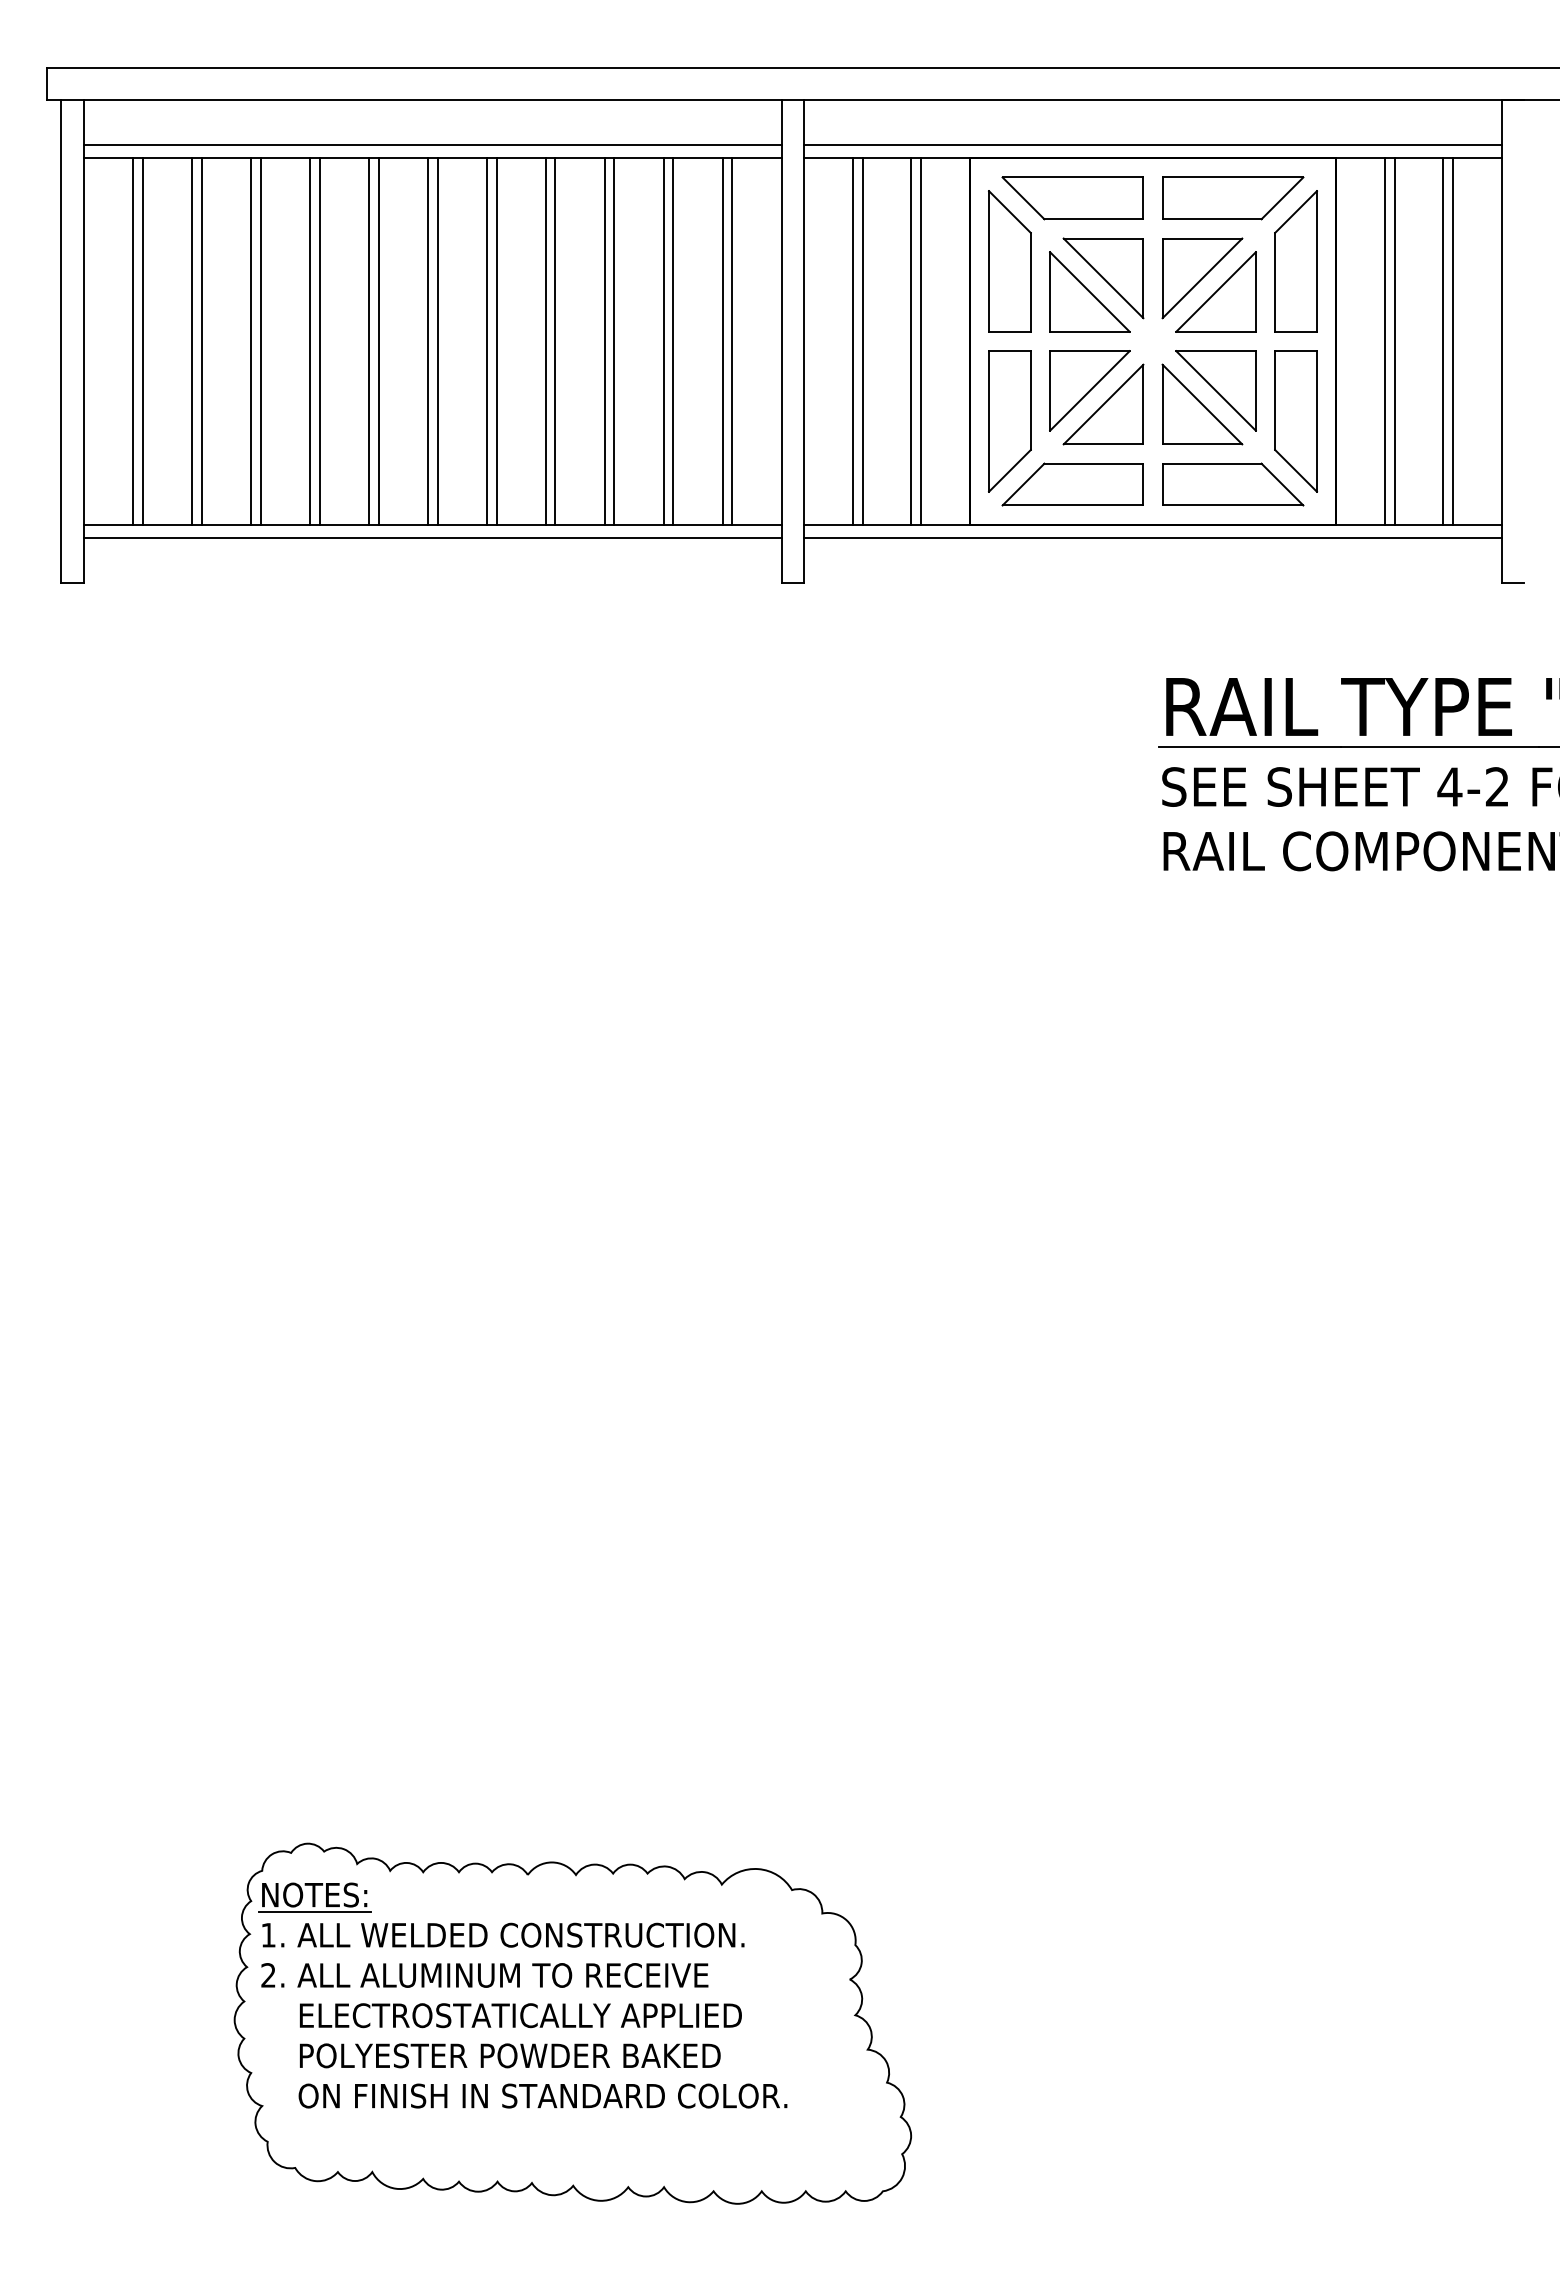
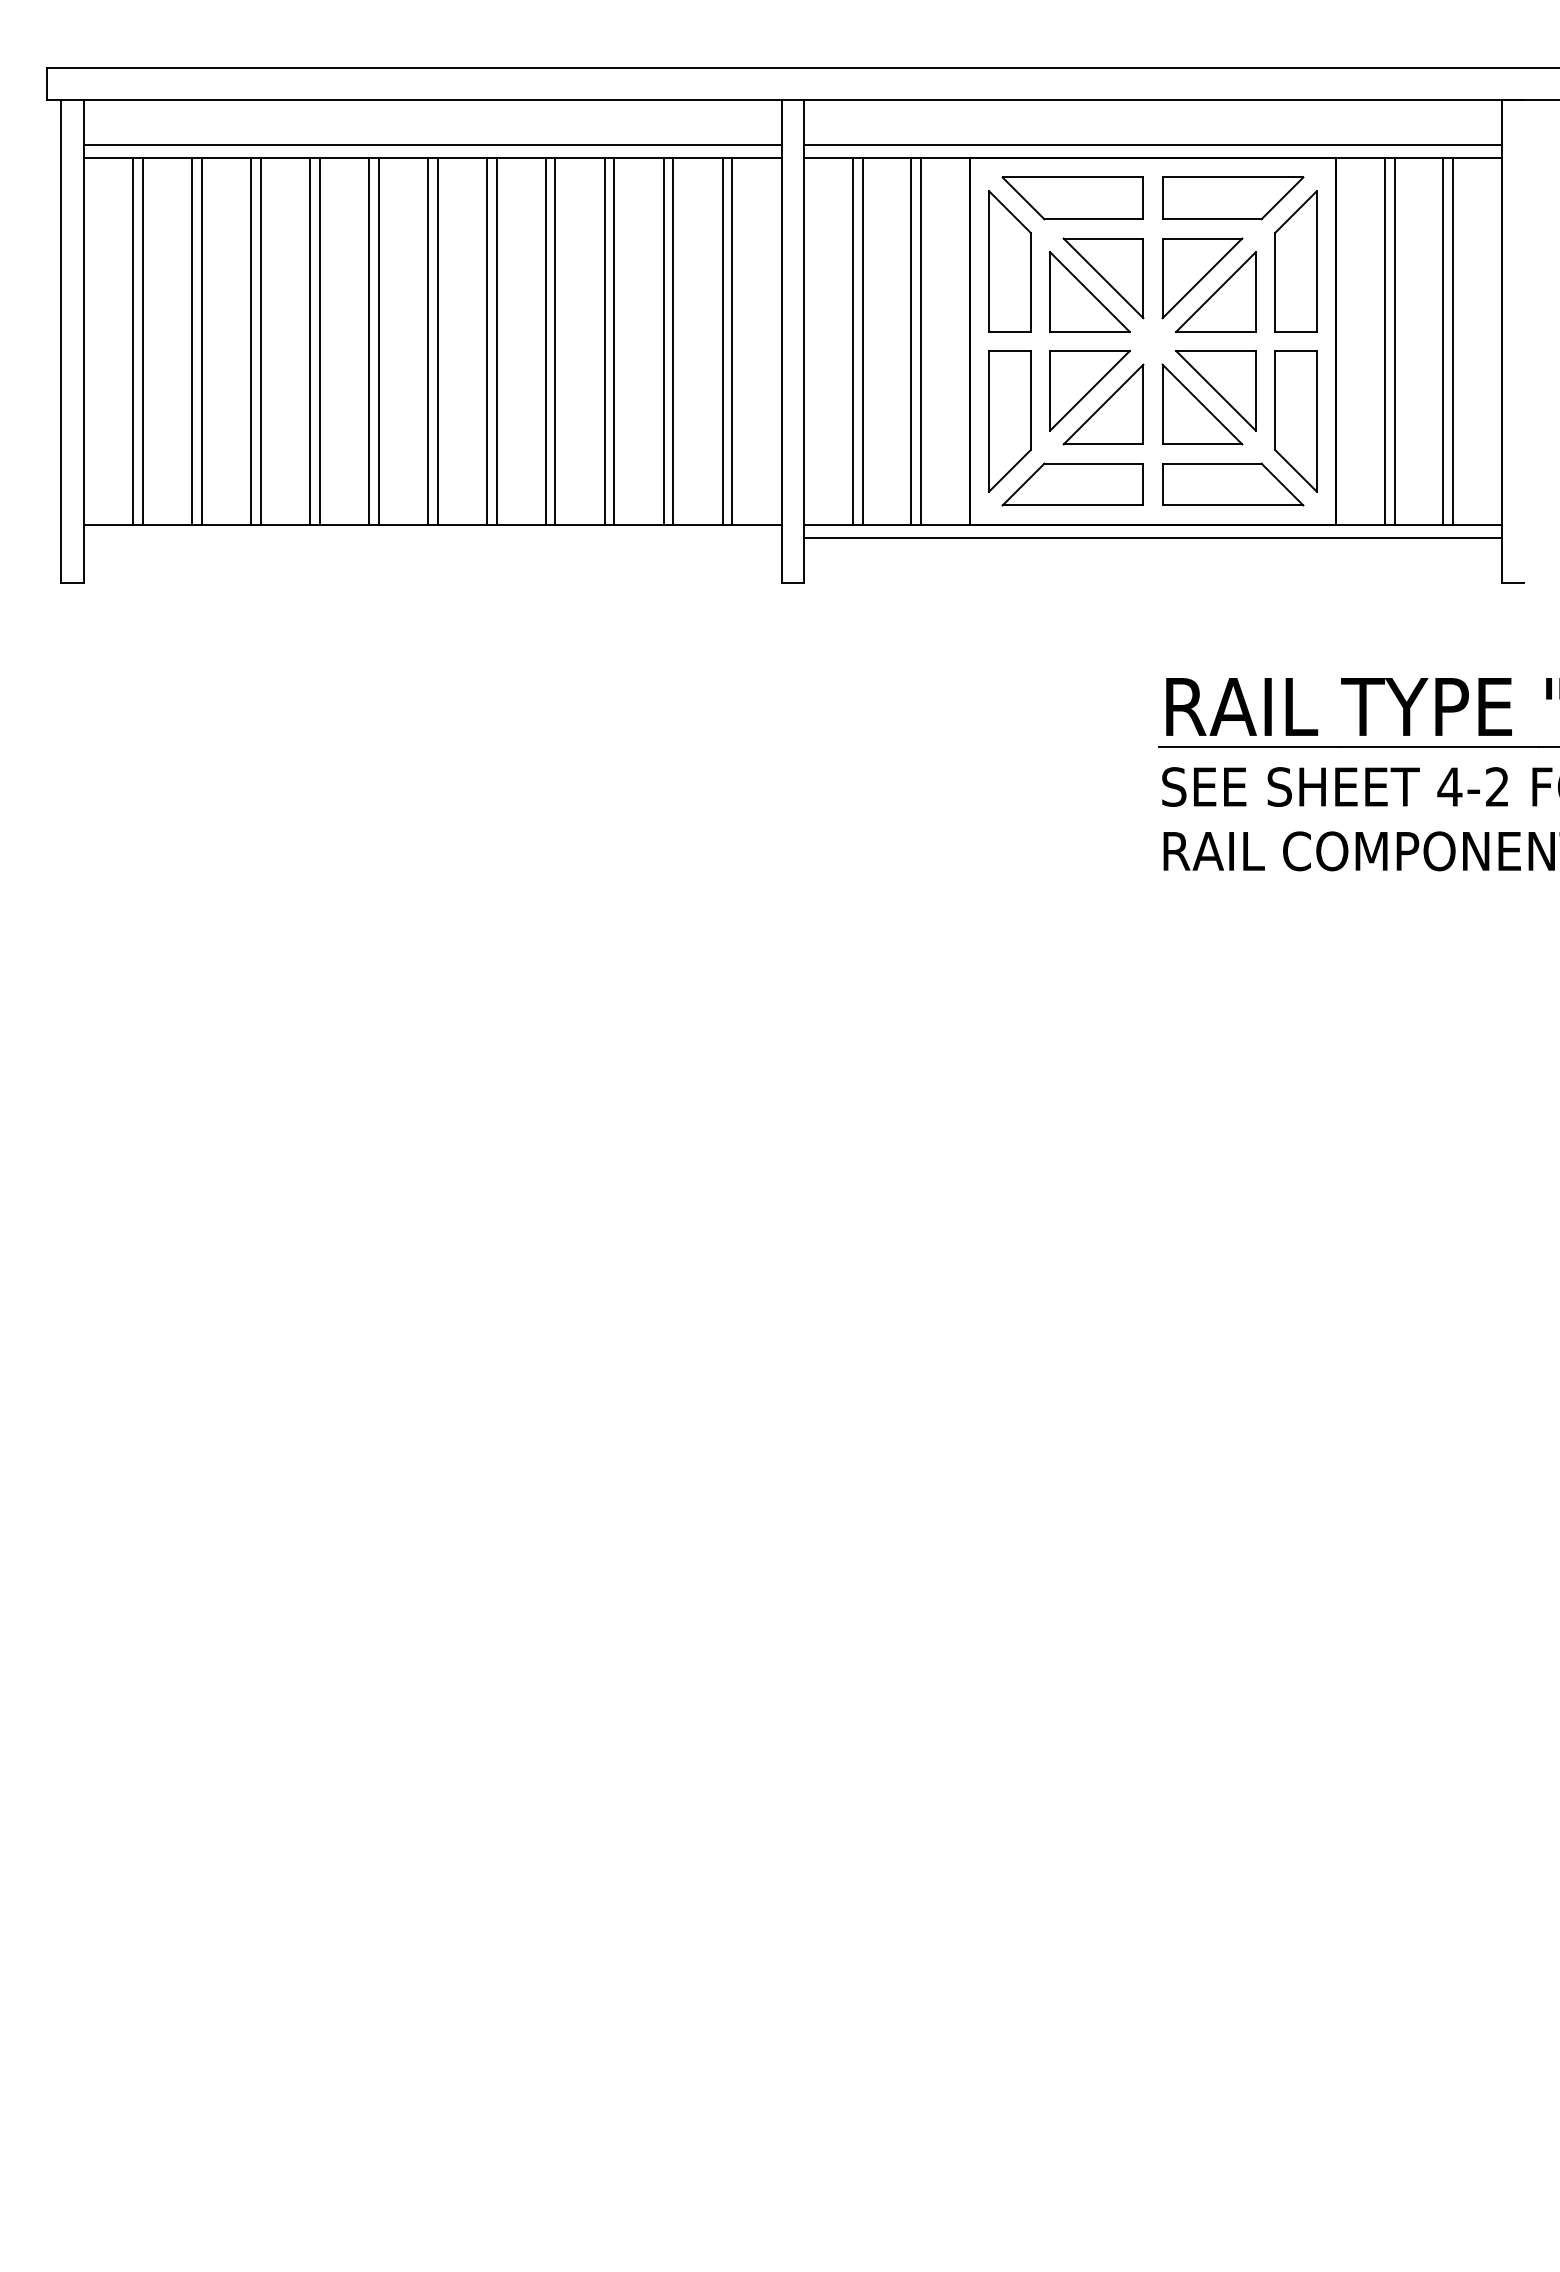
line at (432, 537): present -> none
part at (572, 2023): present -> none
